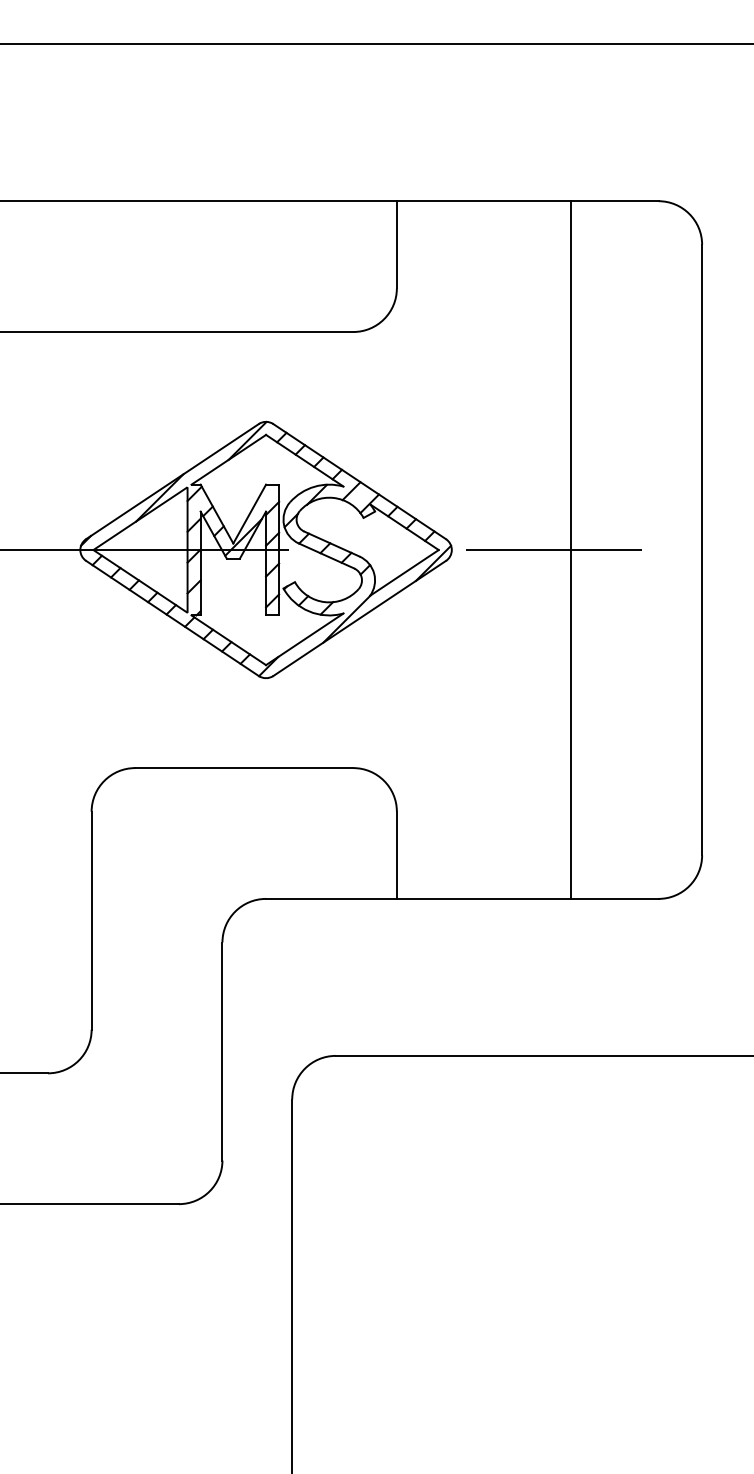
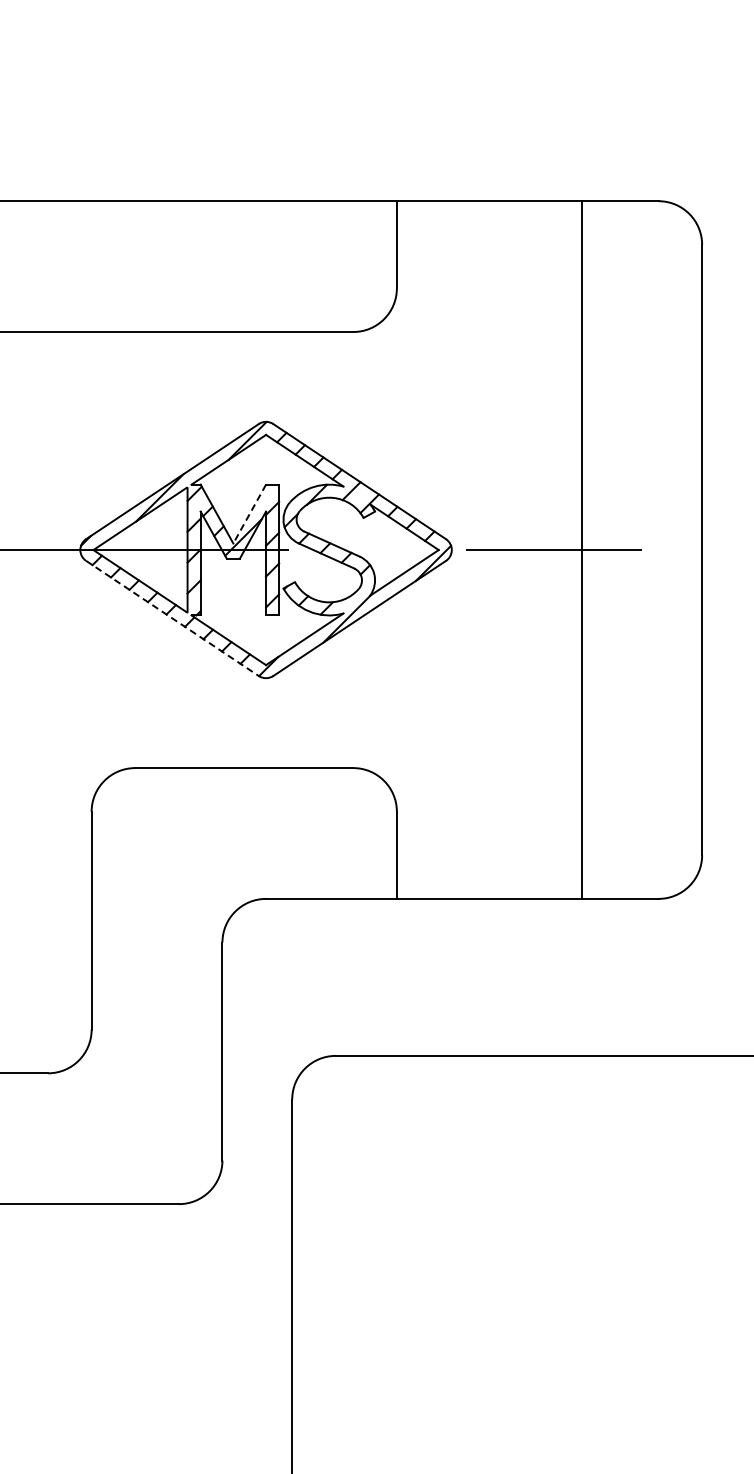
line at (376, 44): present -> none
line at (249, 514): solid -> dashed
line at (571, 549) position: (571, 549) -> (582, 549)
line at (172, 618): solid -> dashed
